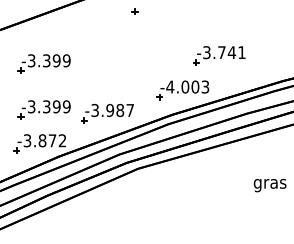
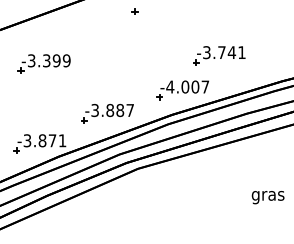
text at (205, 86): -4.003 -> -4.007
part at (43, 109): present -> none
text at (110, 110): -3.987 -> -3.887
text at (62, 140): -3.872 -> -3.871
text at (269, 185) position: (269, 185) -> (267, 197)
